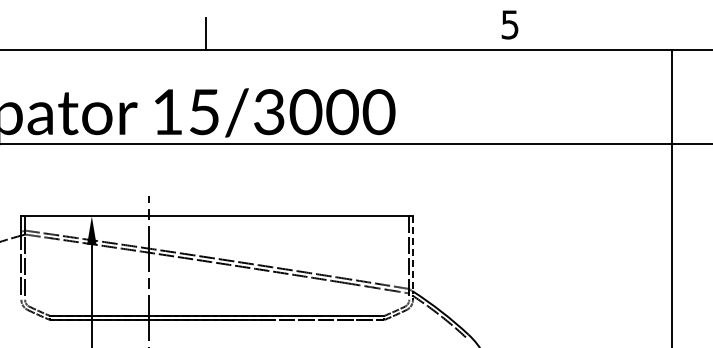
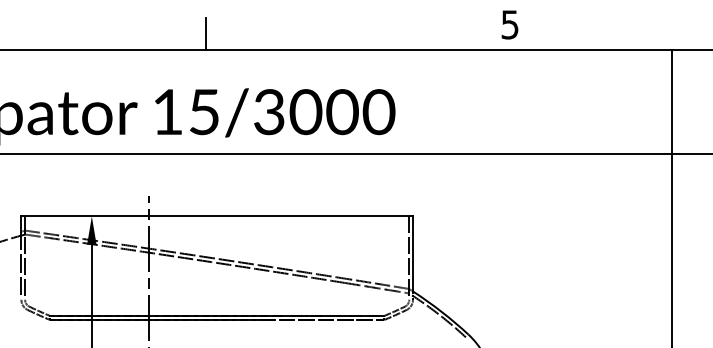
line at (355, 143) position: (355, 143) -> (355, 153)
line at (413, 253): dashed -> solid
